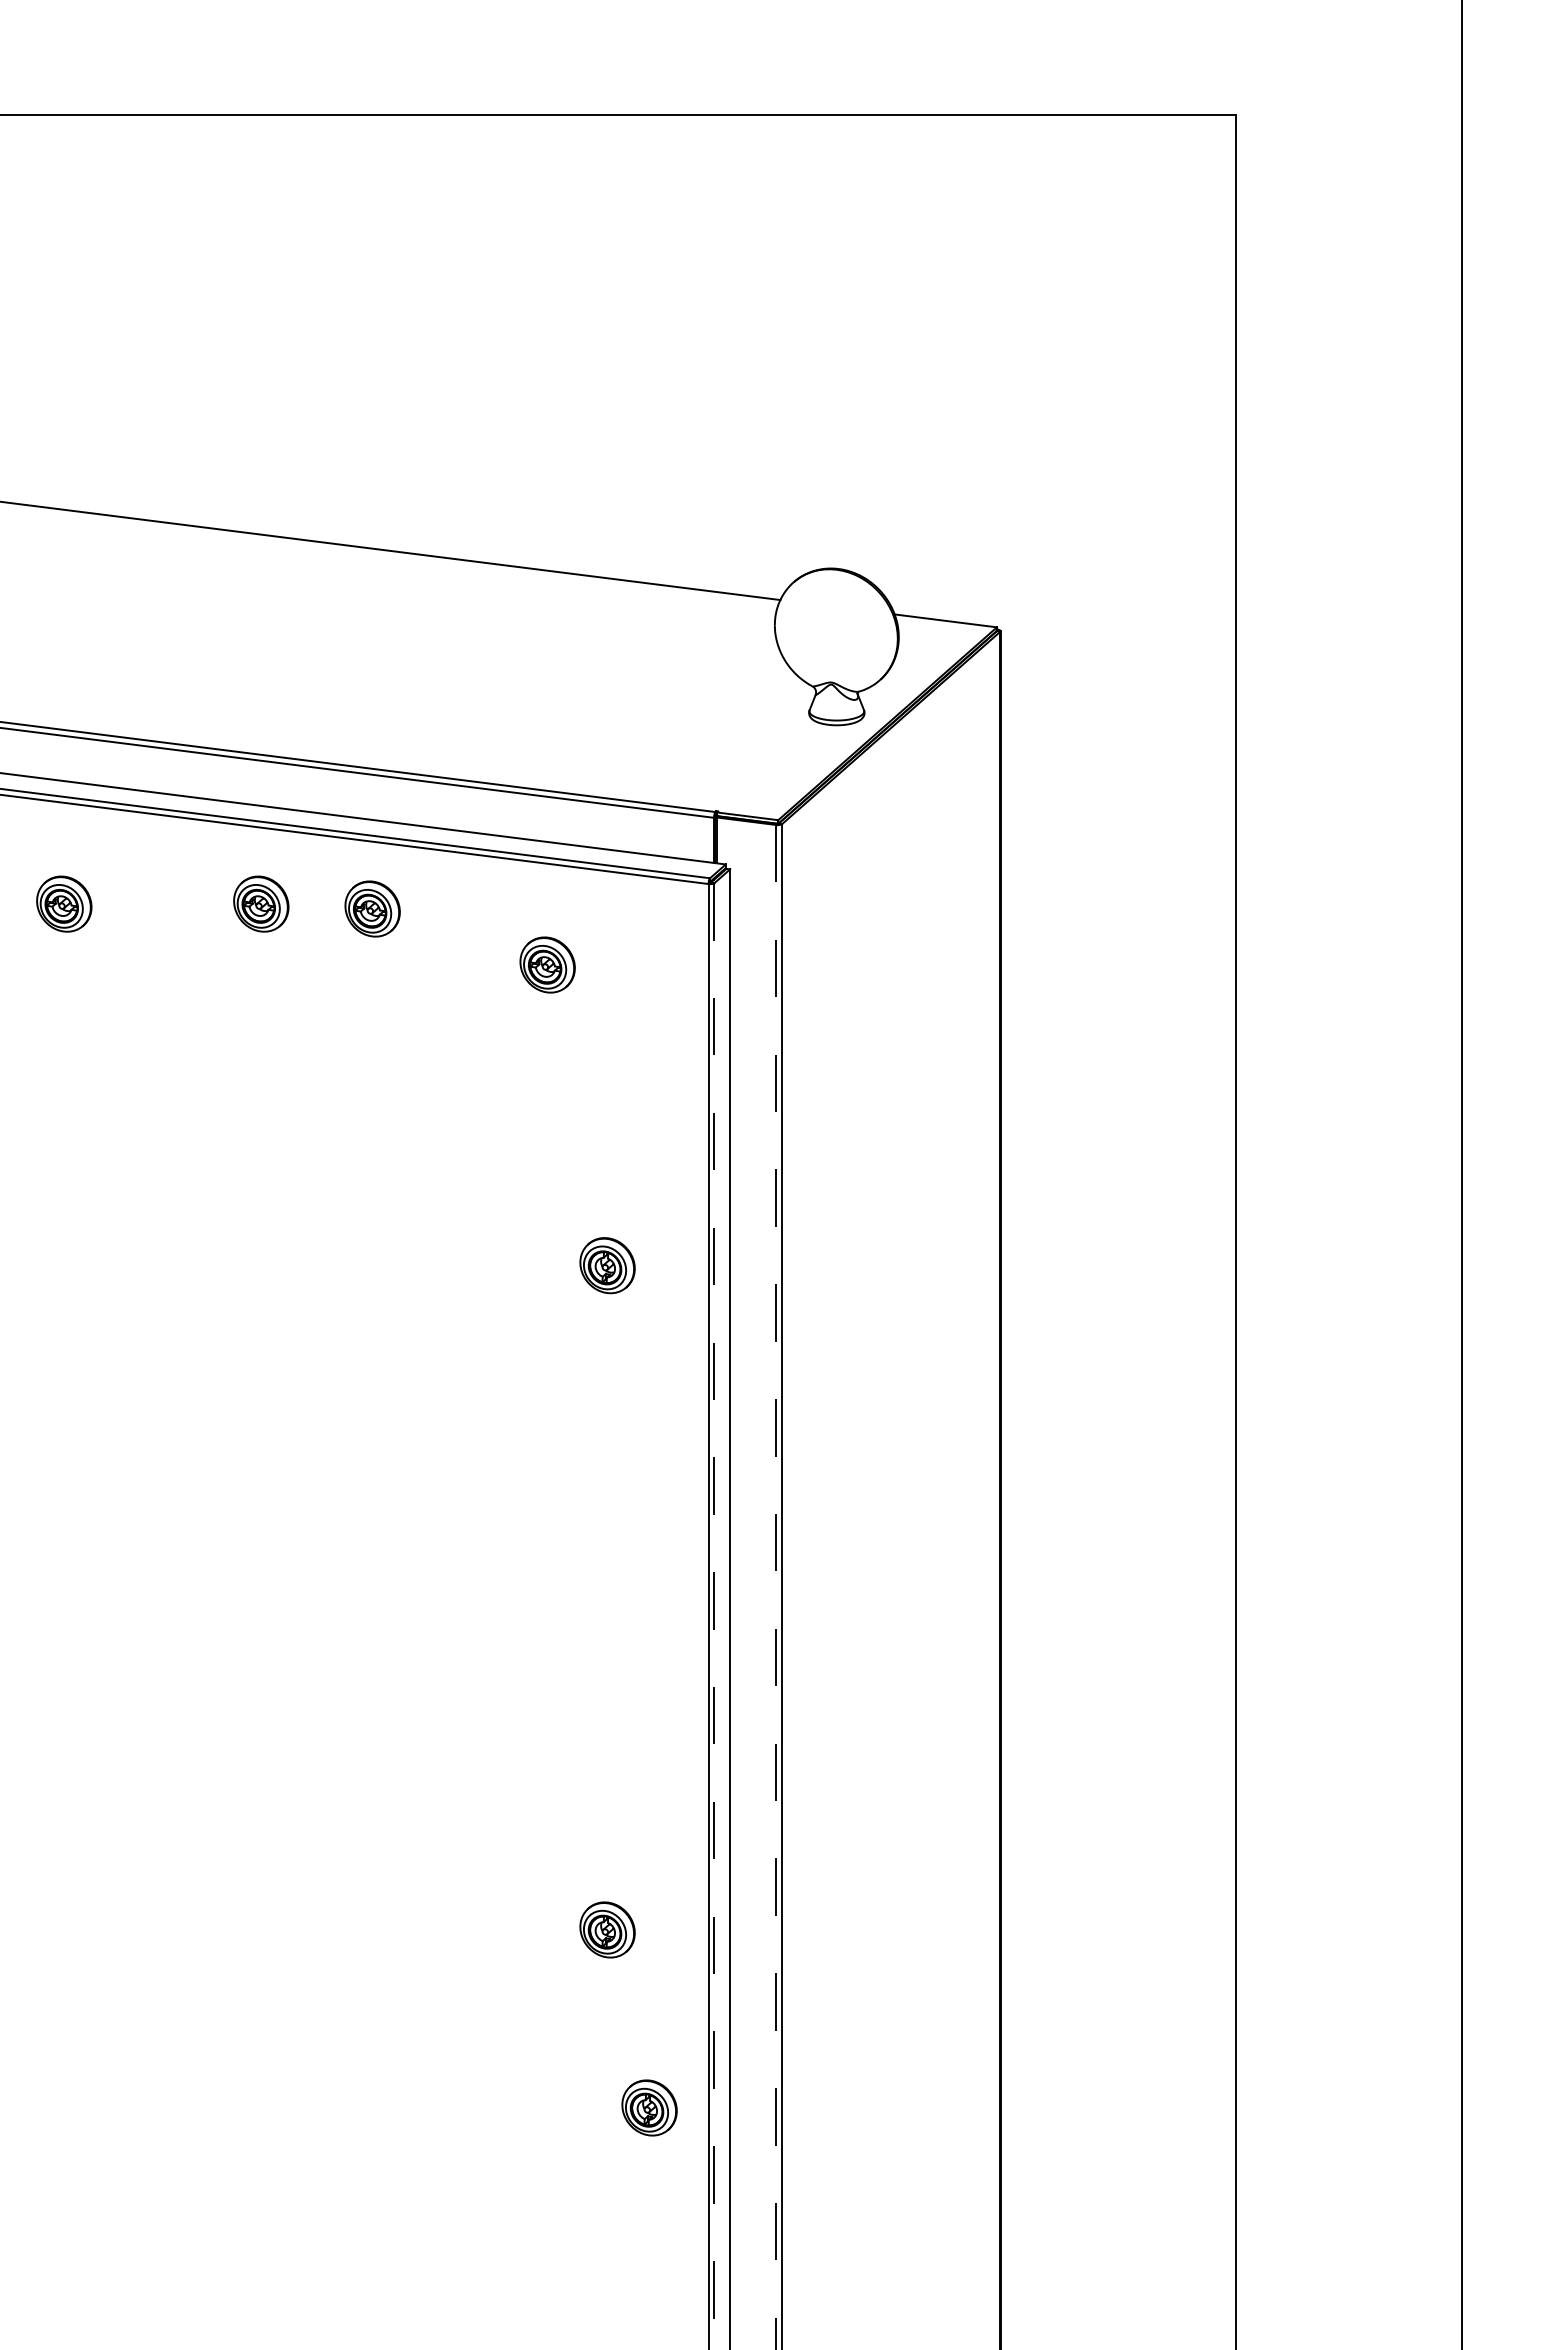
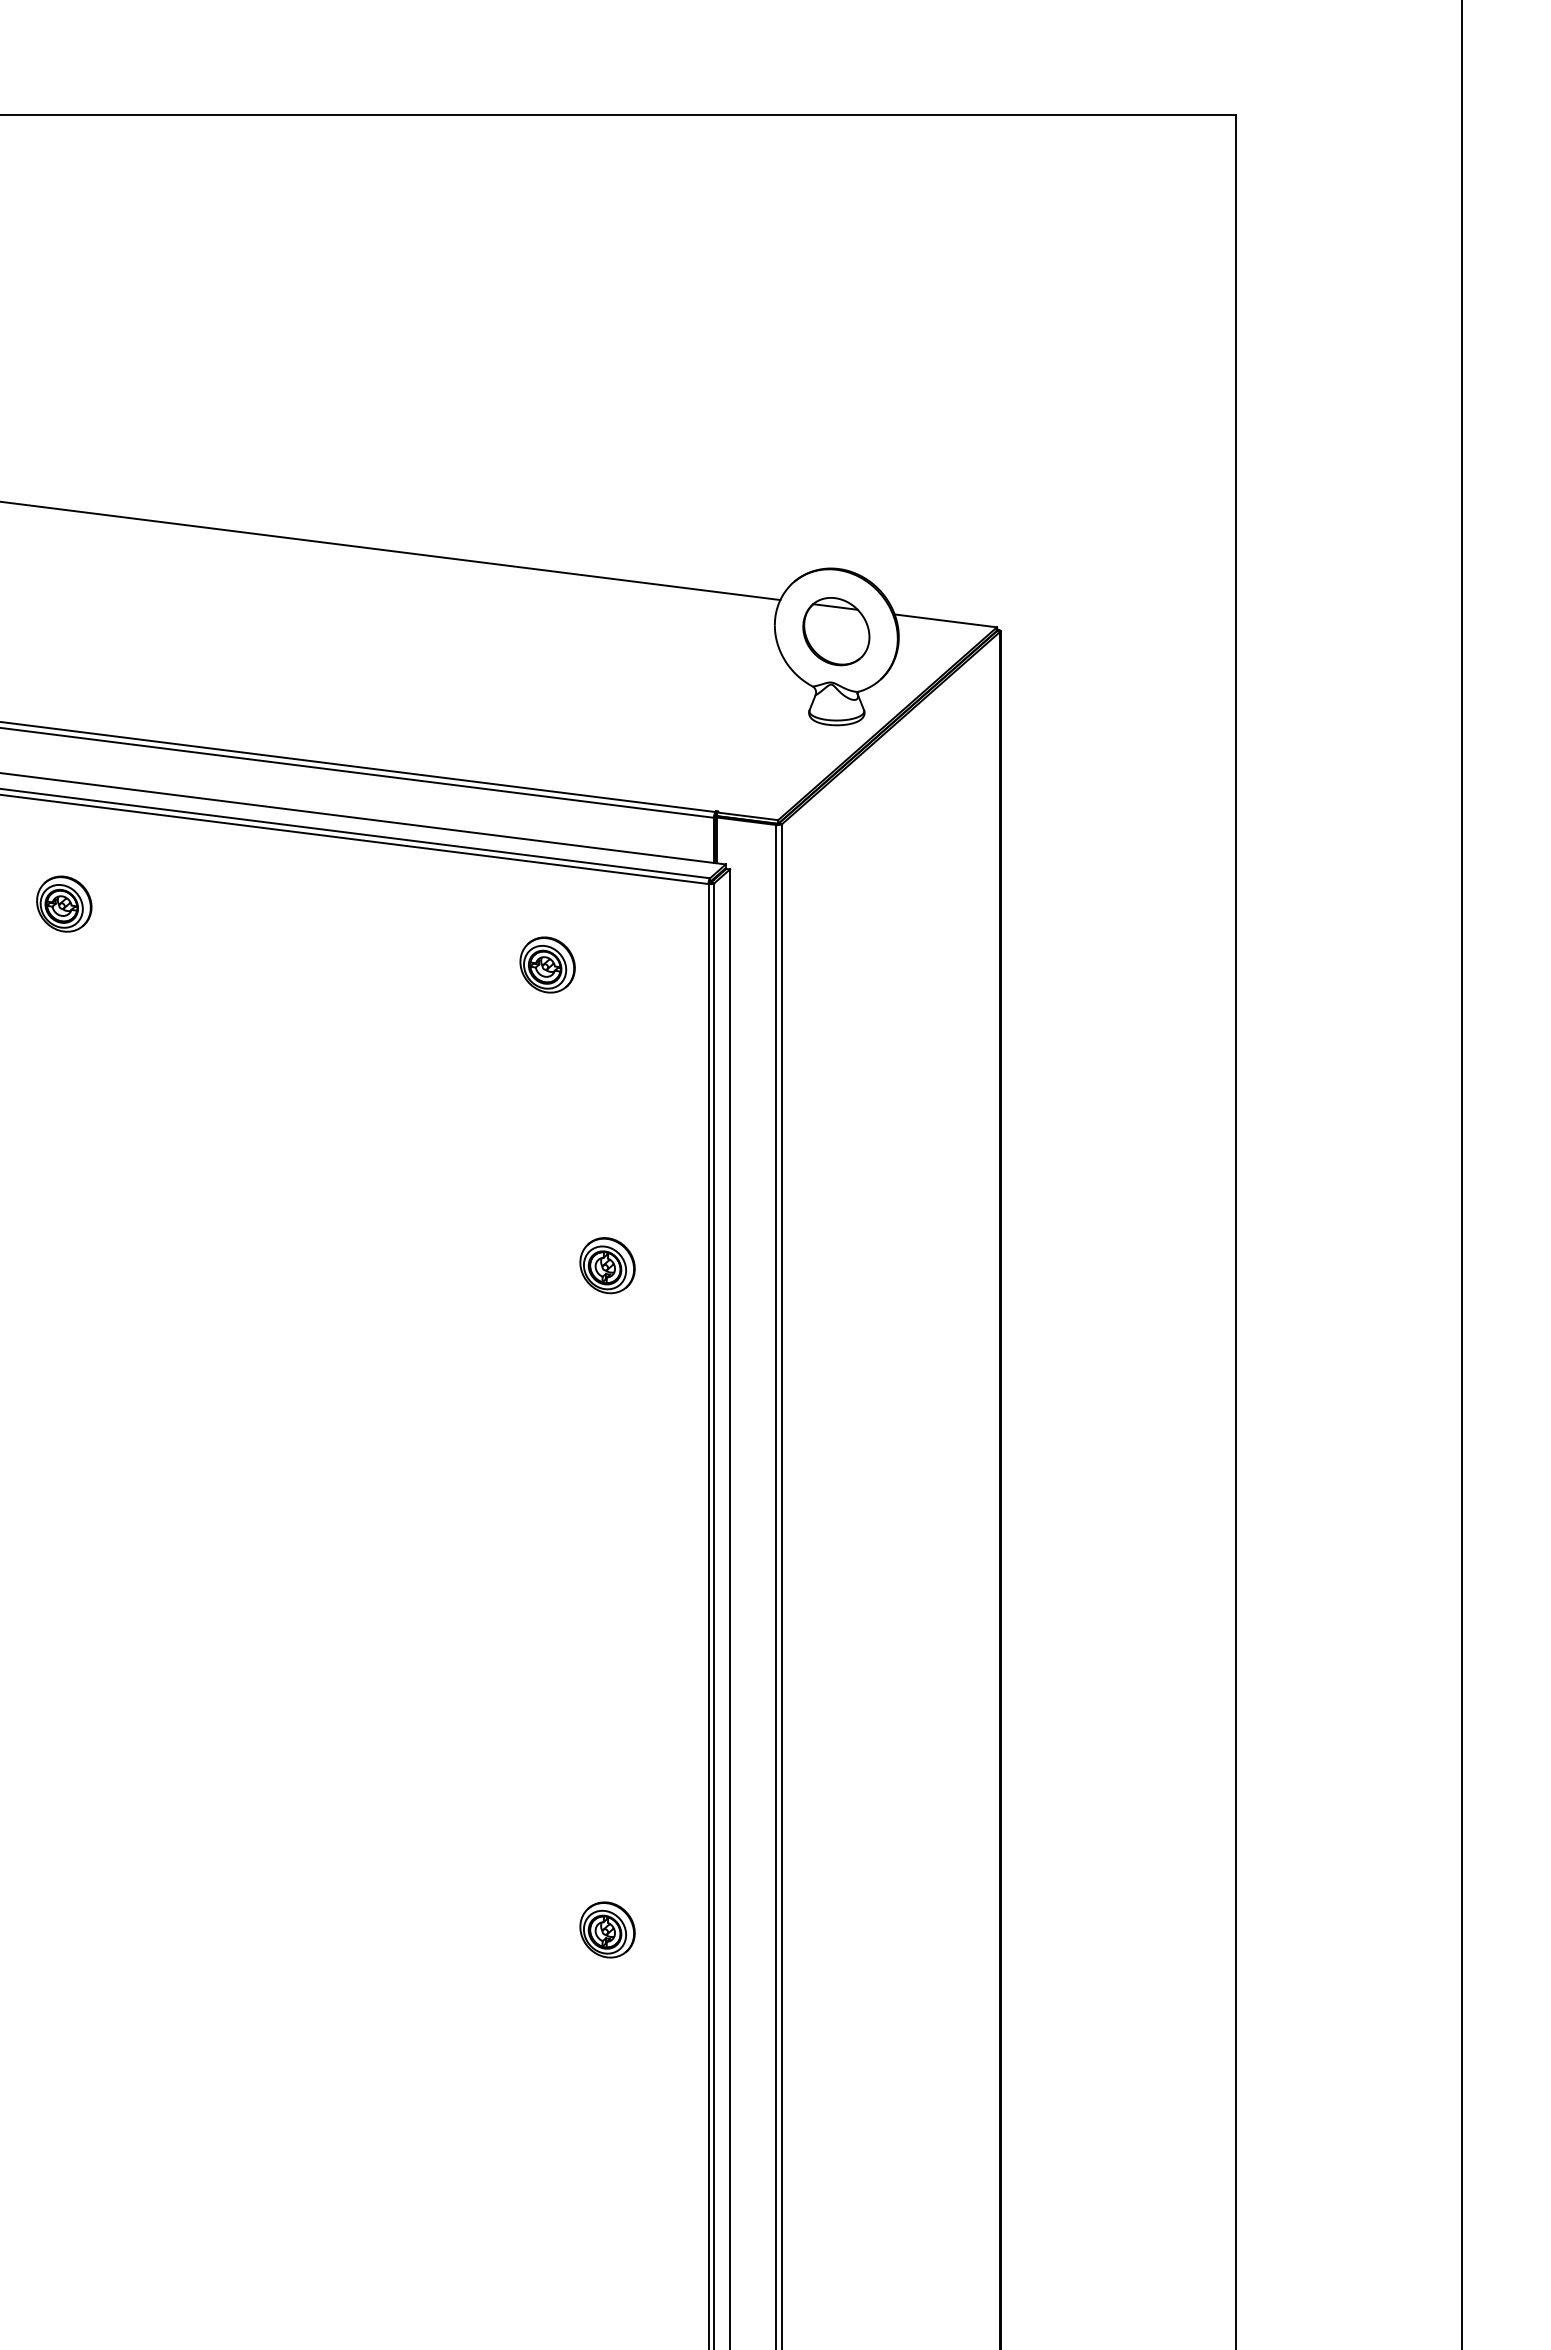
part at (836, 631): none -> present
part at (261, 903): present -> none
part at (372, 908): present -> none
line at (776, 1587): dashed -> solid
line at (714, 1617): dashed -> solid
part at (649, 2107): present -> none
